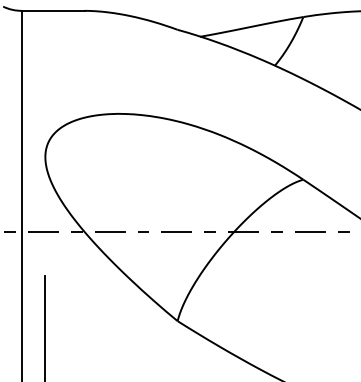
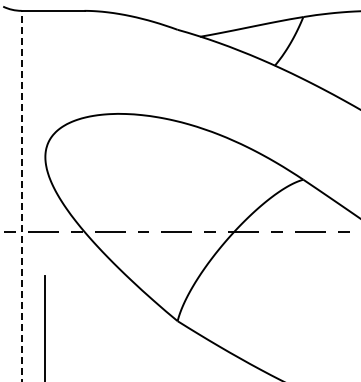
line at (21, 195): solid -> dashed
